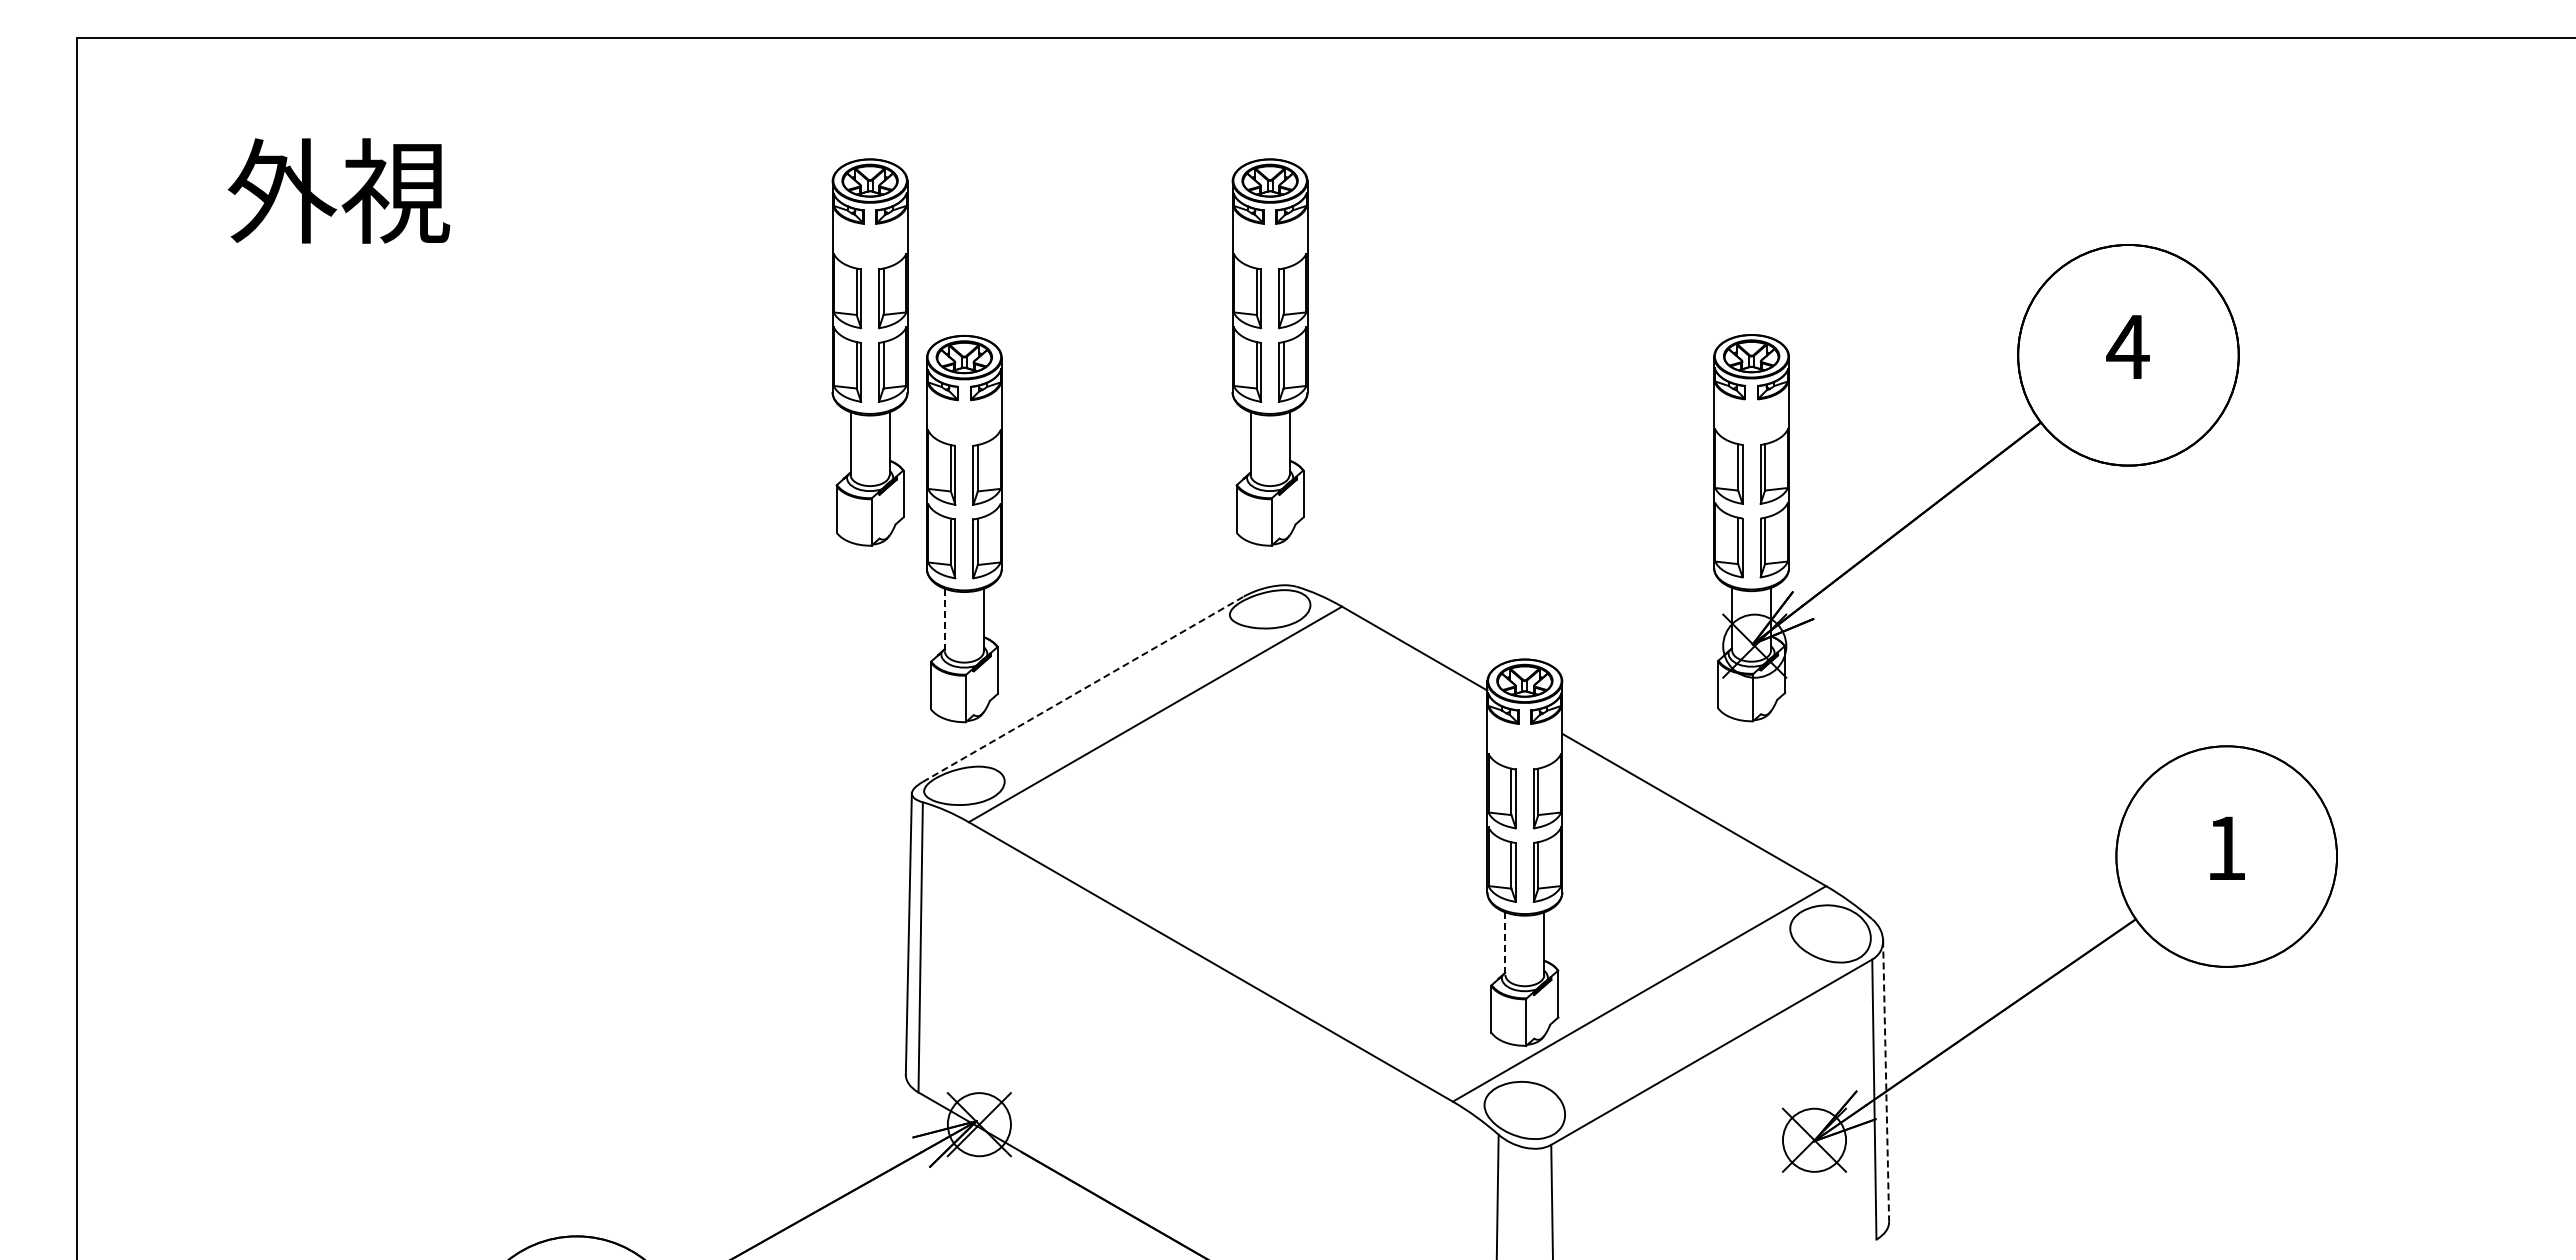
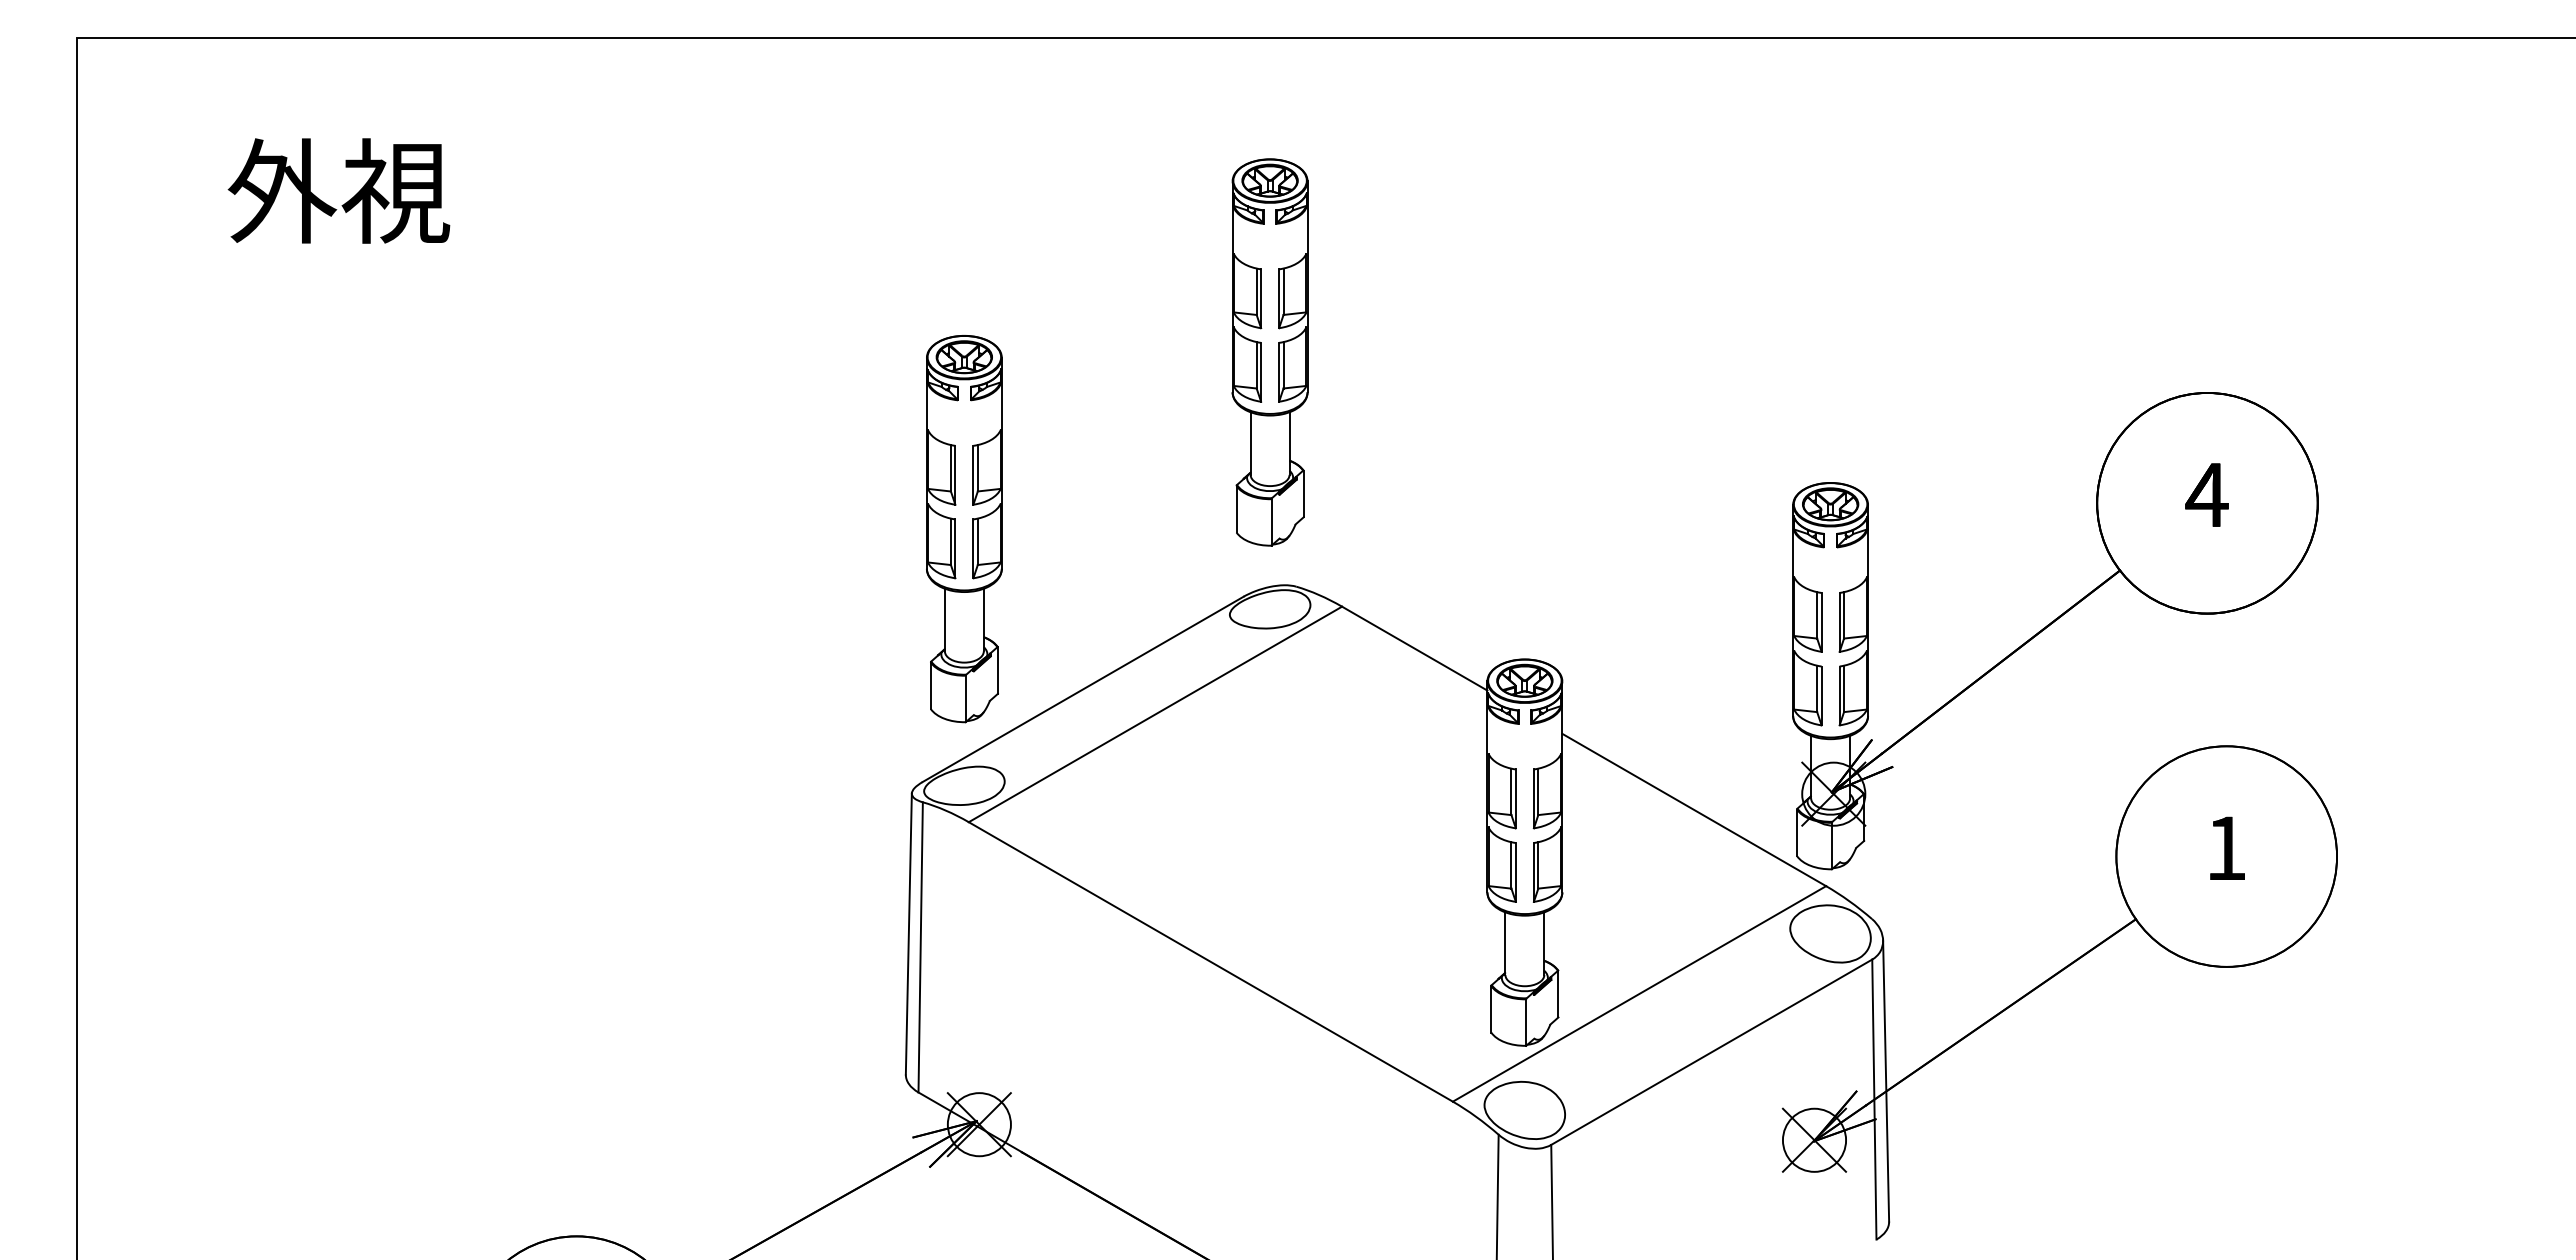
part at (869, 352): present -> none
part at (1971, 477) position: (1971, 477) -> (2050, 625)
line at (944, 620): dashed -> solid
line at (1083, 689): dashed -> solid
line at (1505, 944): dashed -> solid
line at (1886, 1081): dashed -> solid
